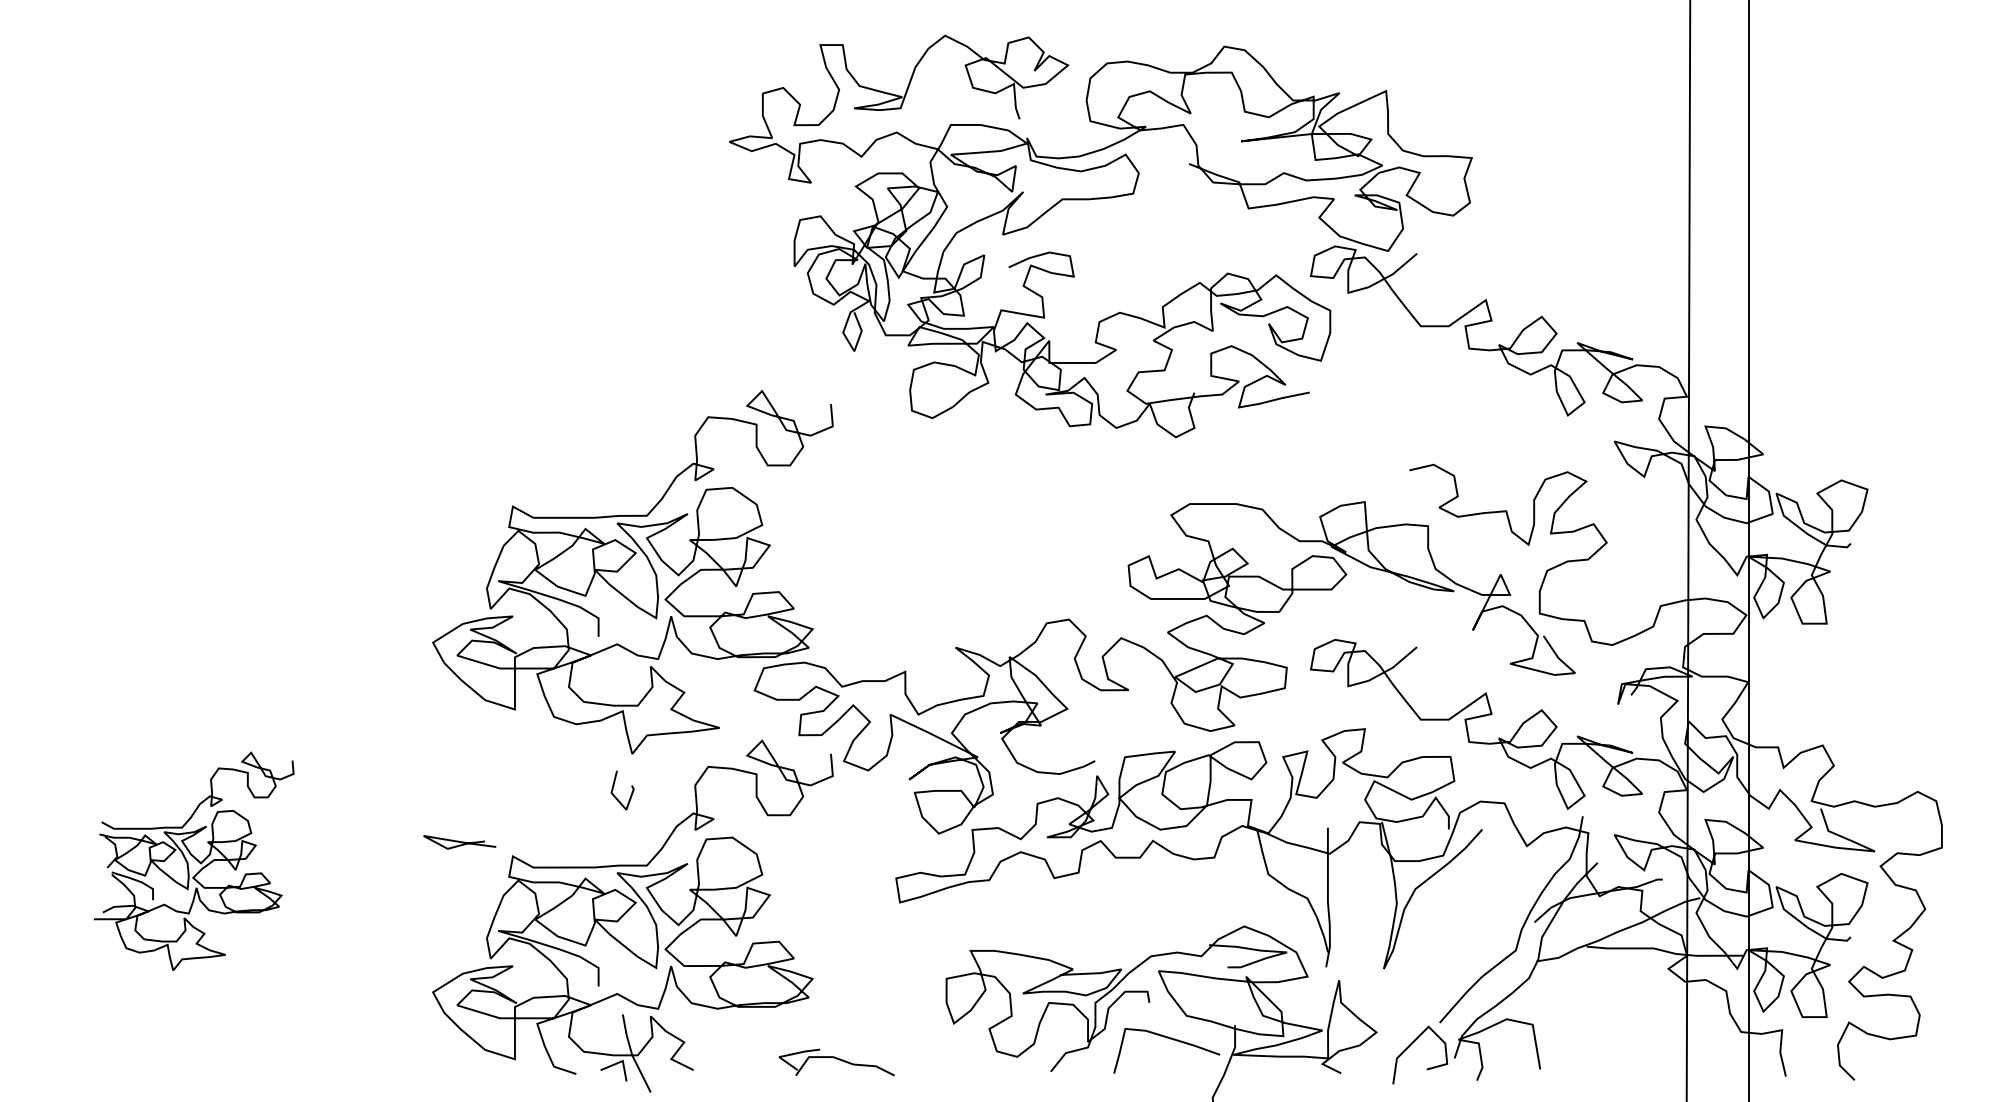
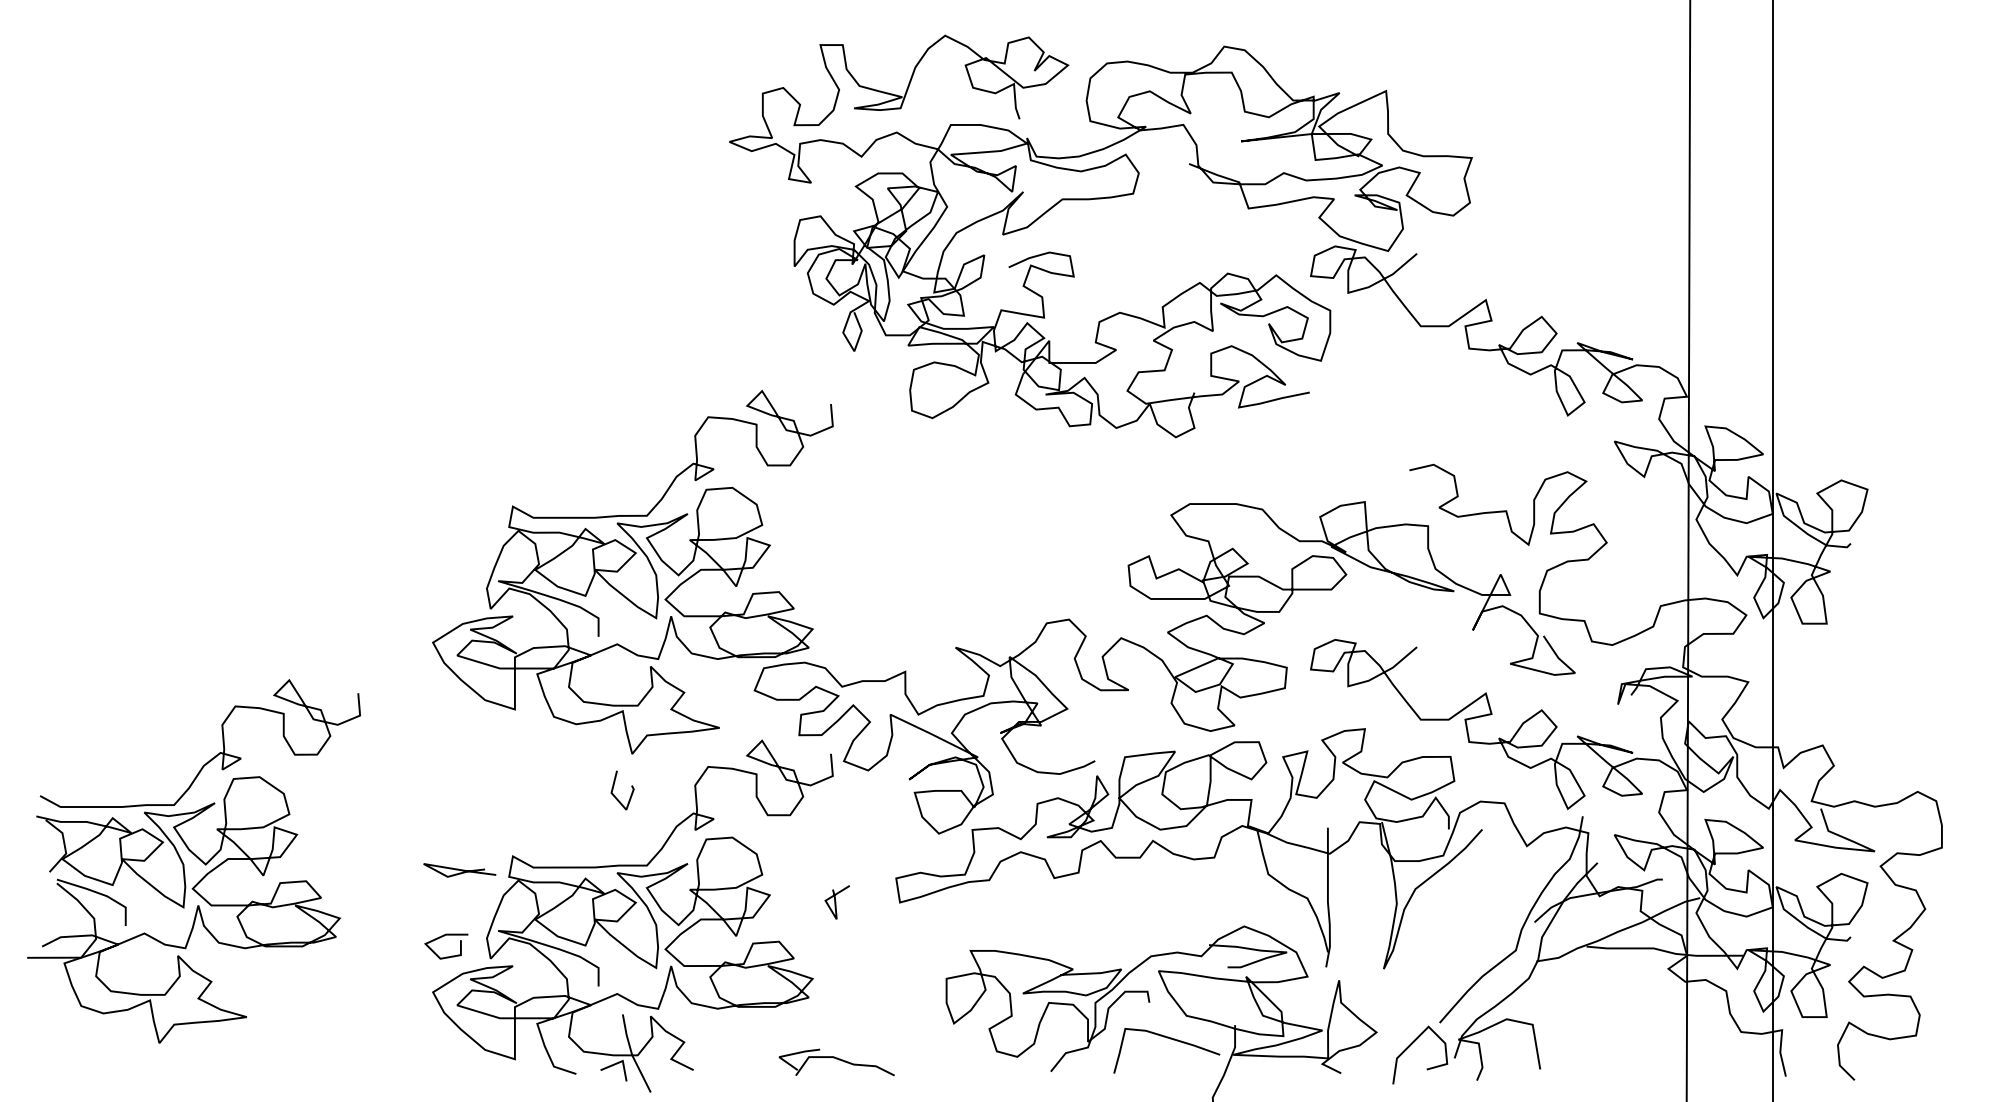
line at (1749, 550) position: (1749, 550) -> (1773, 550)
curve at (459, 842) position: (459, 842) -> (459, 870)
part at (194, 860) size: 201x220 px -> 334x365 px
line at (836, 902): none -> present
curve at (442, 937): none -> present
